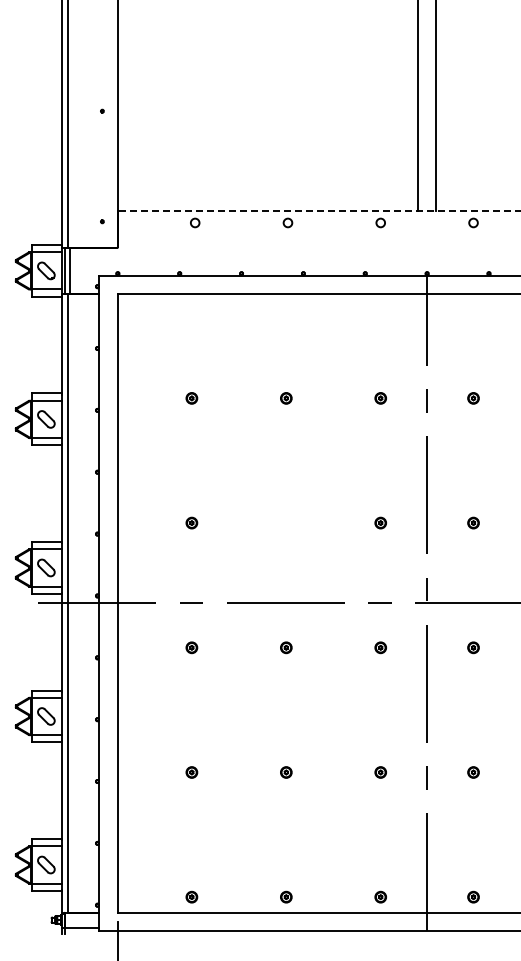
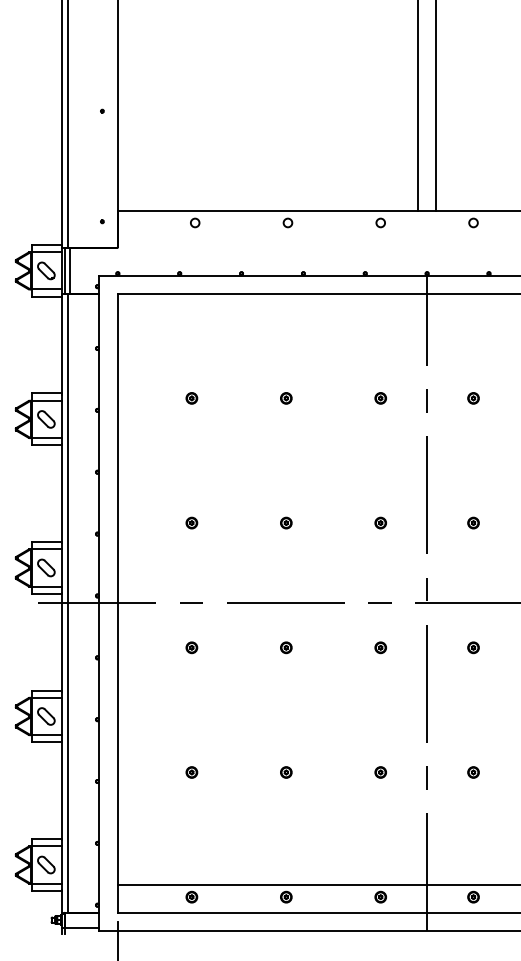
line at (319, 210): dashed -> solid
part at (286, 522): none -> present
line at (317, 884): none -> present
